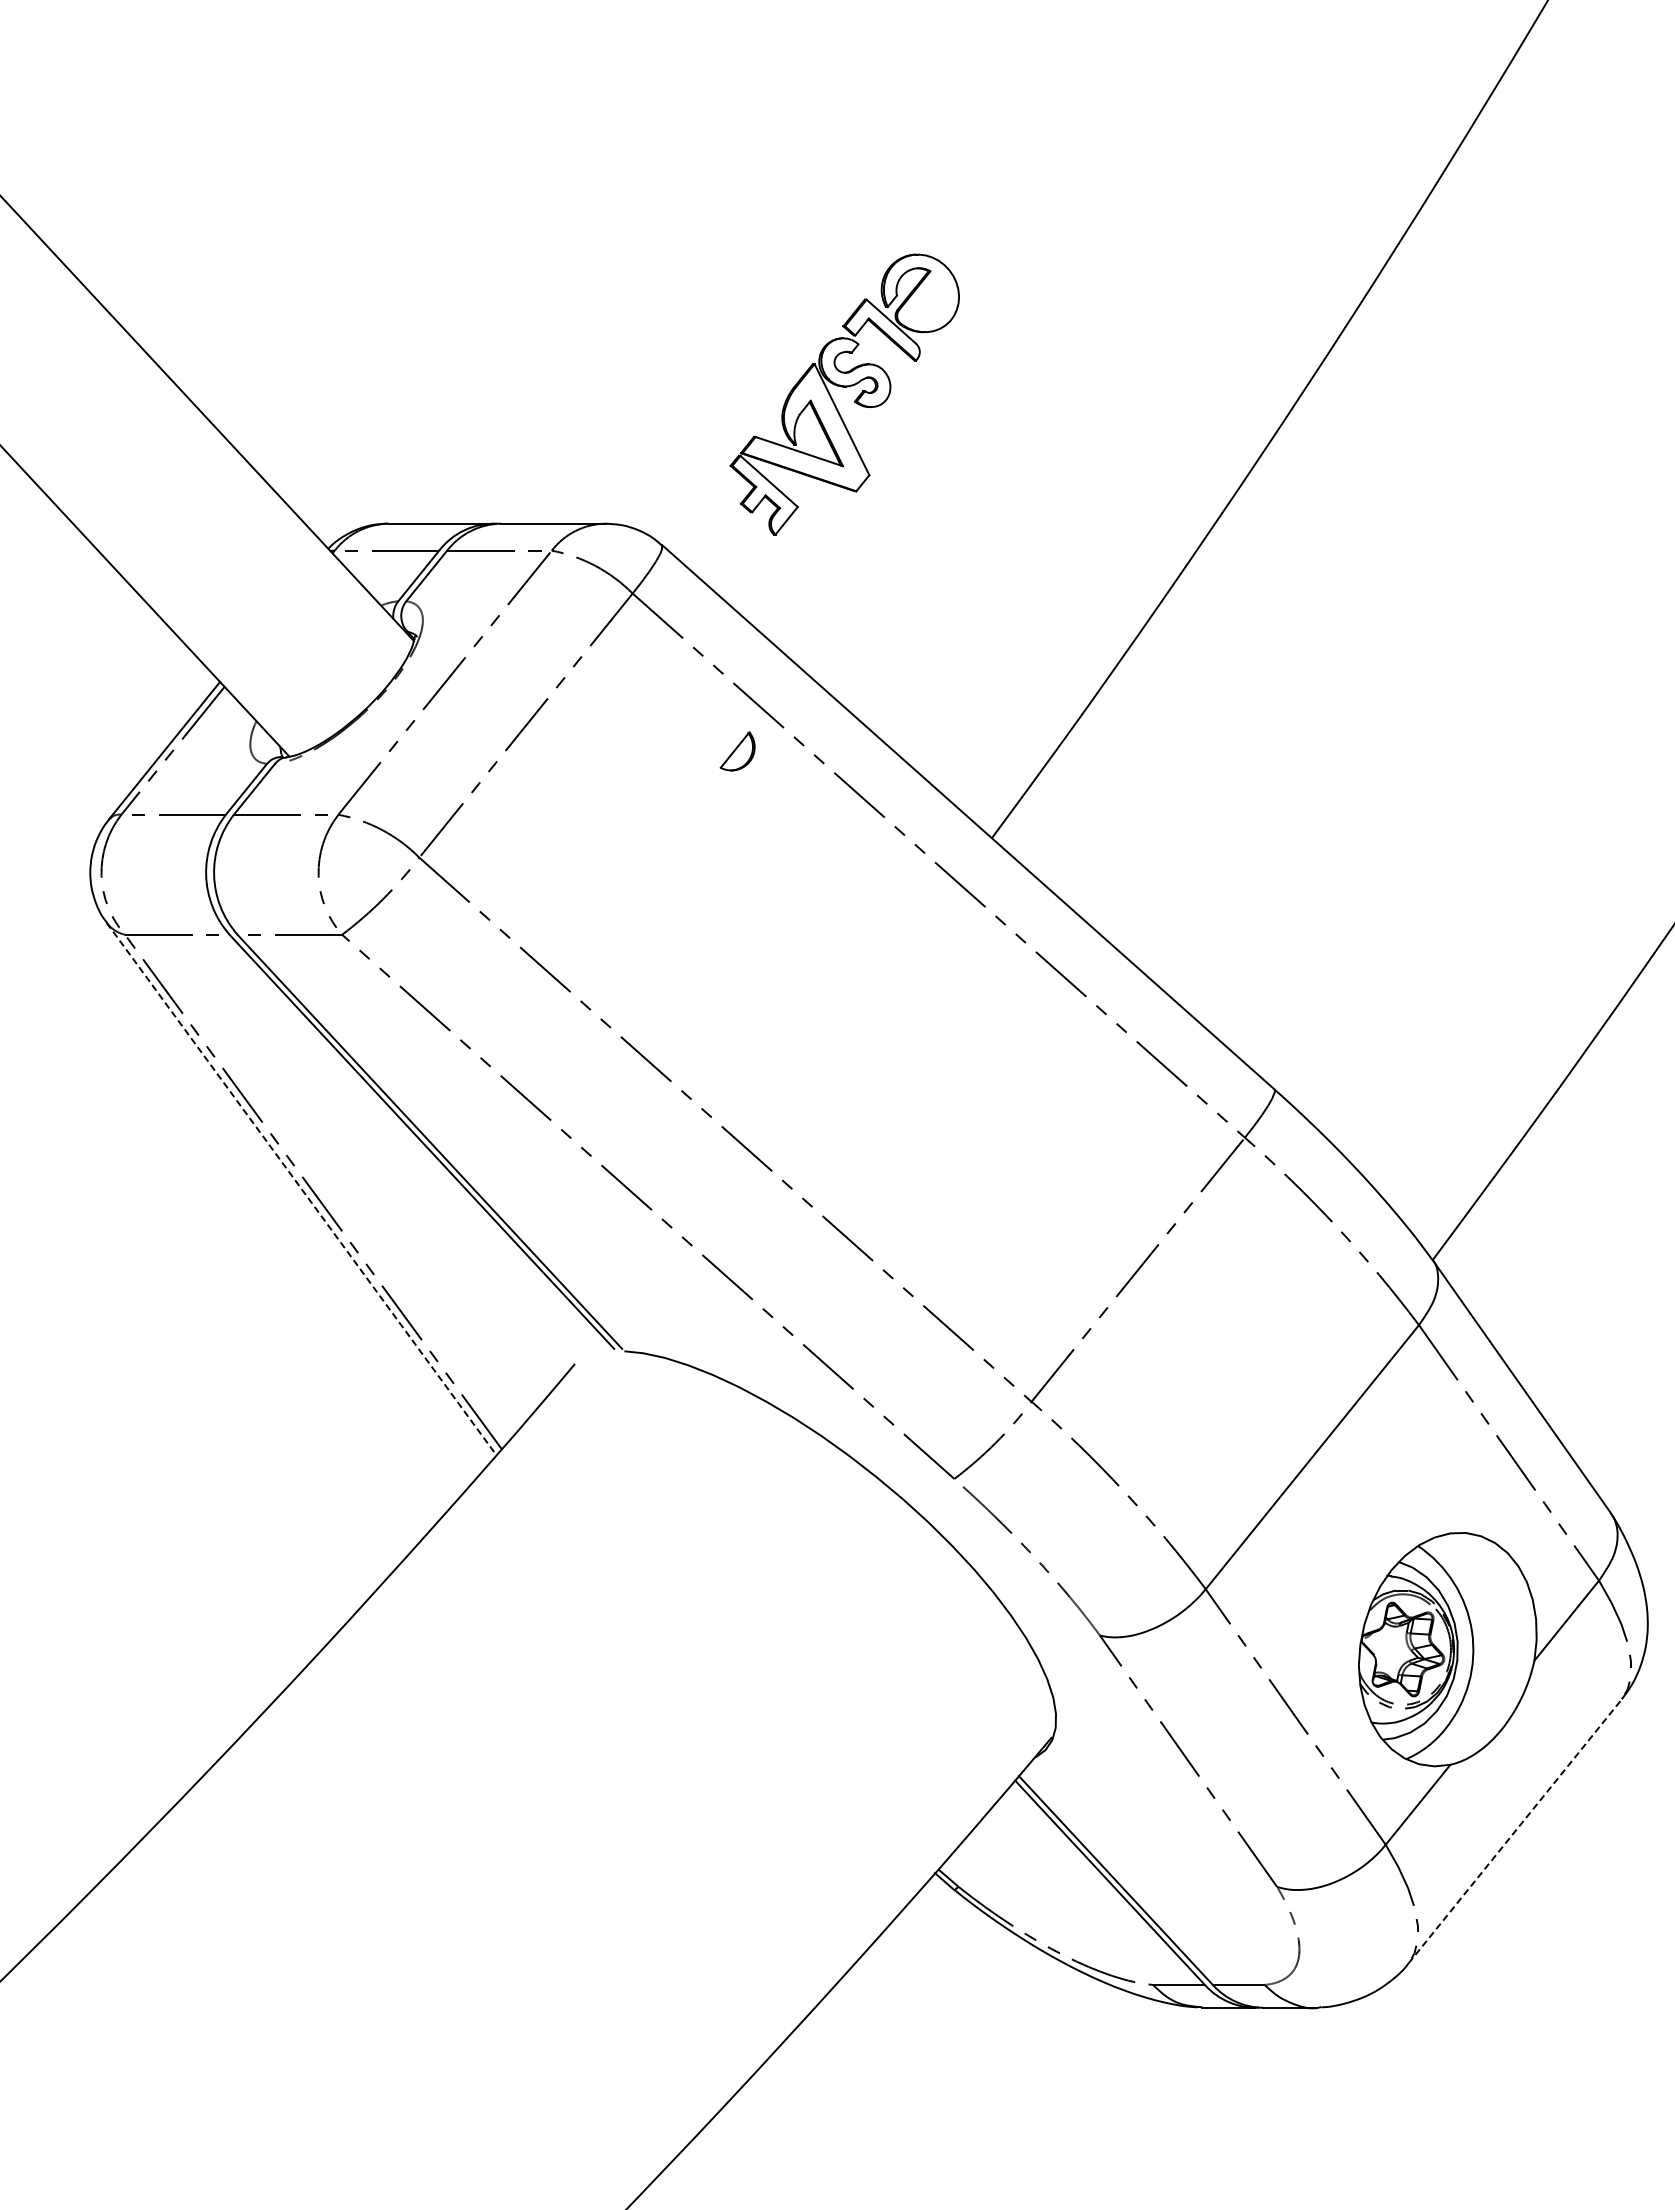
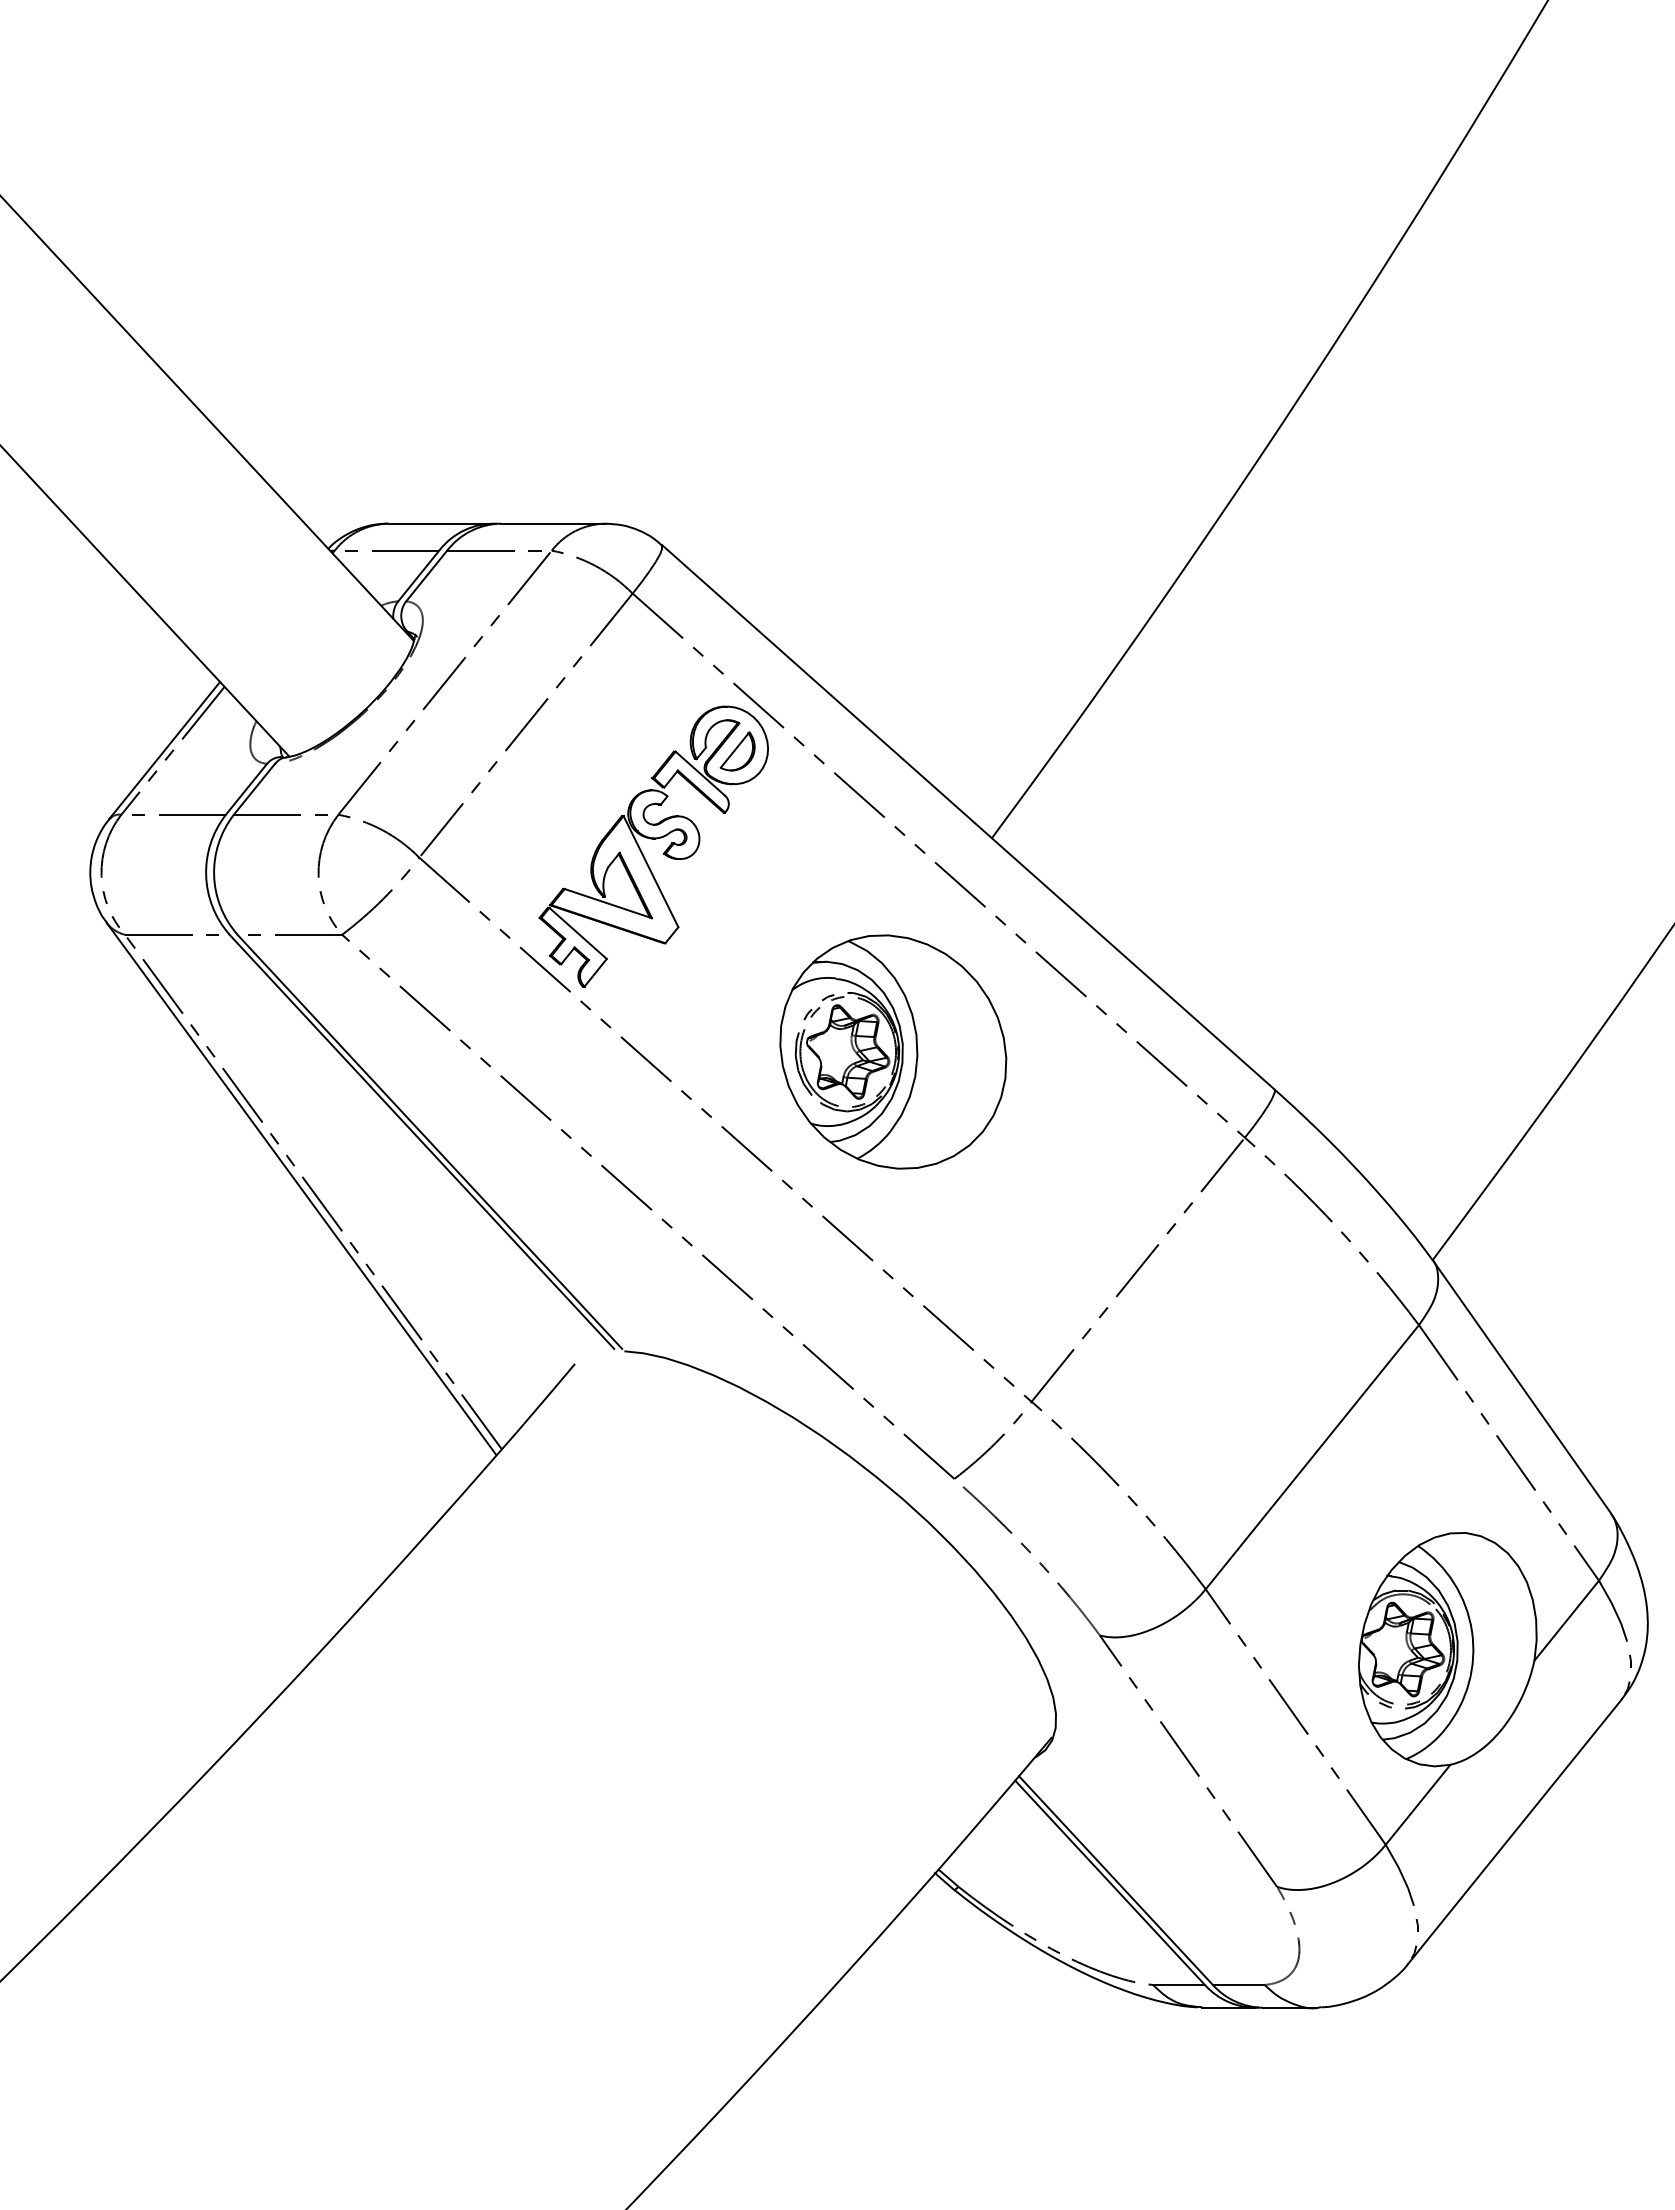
part at (844, 387) position: (844, 387) -> (653, 839)
part at (893, 1051): none -> present
line at (301, 1188): dashed -> solid
line at (1515, 1831): dashed -> solid
